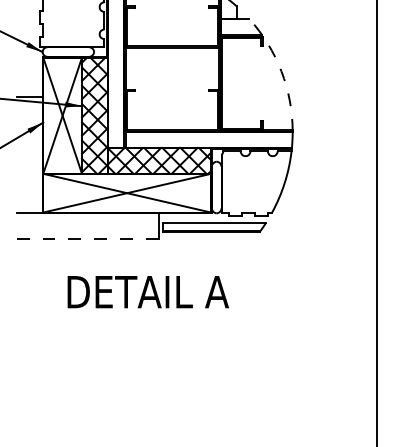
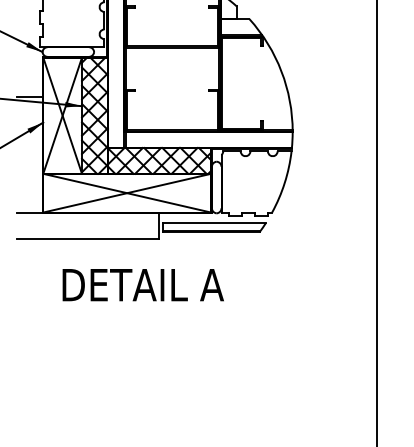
arc at (281, 71): dashed -> solid
line at (87, 239): dashed -> solid
text at (147, 292) position: (147, 292) -> (142, 285)
